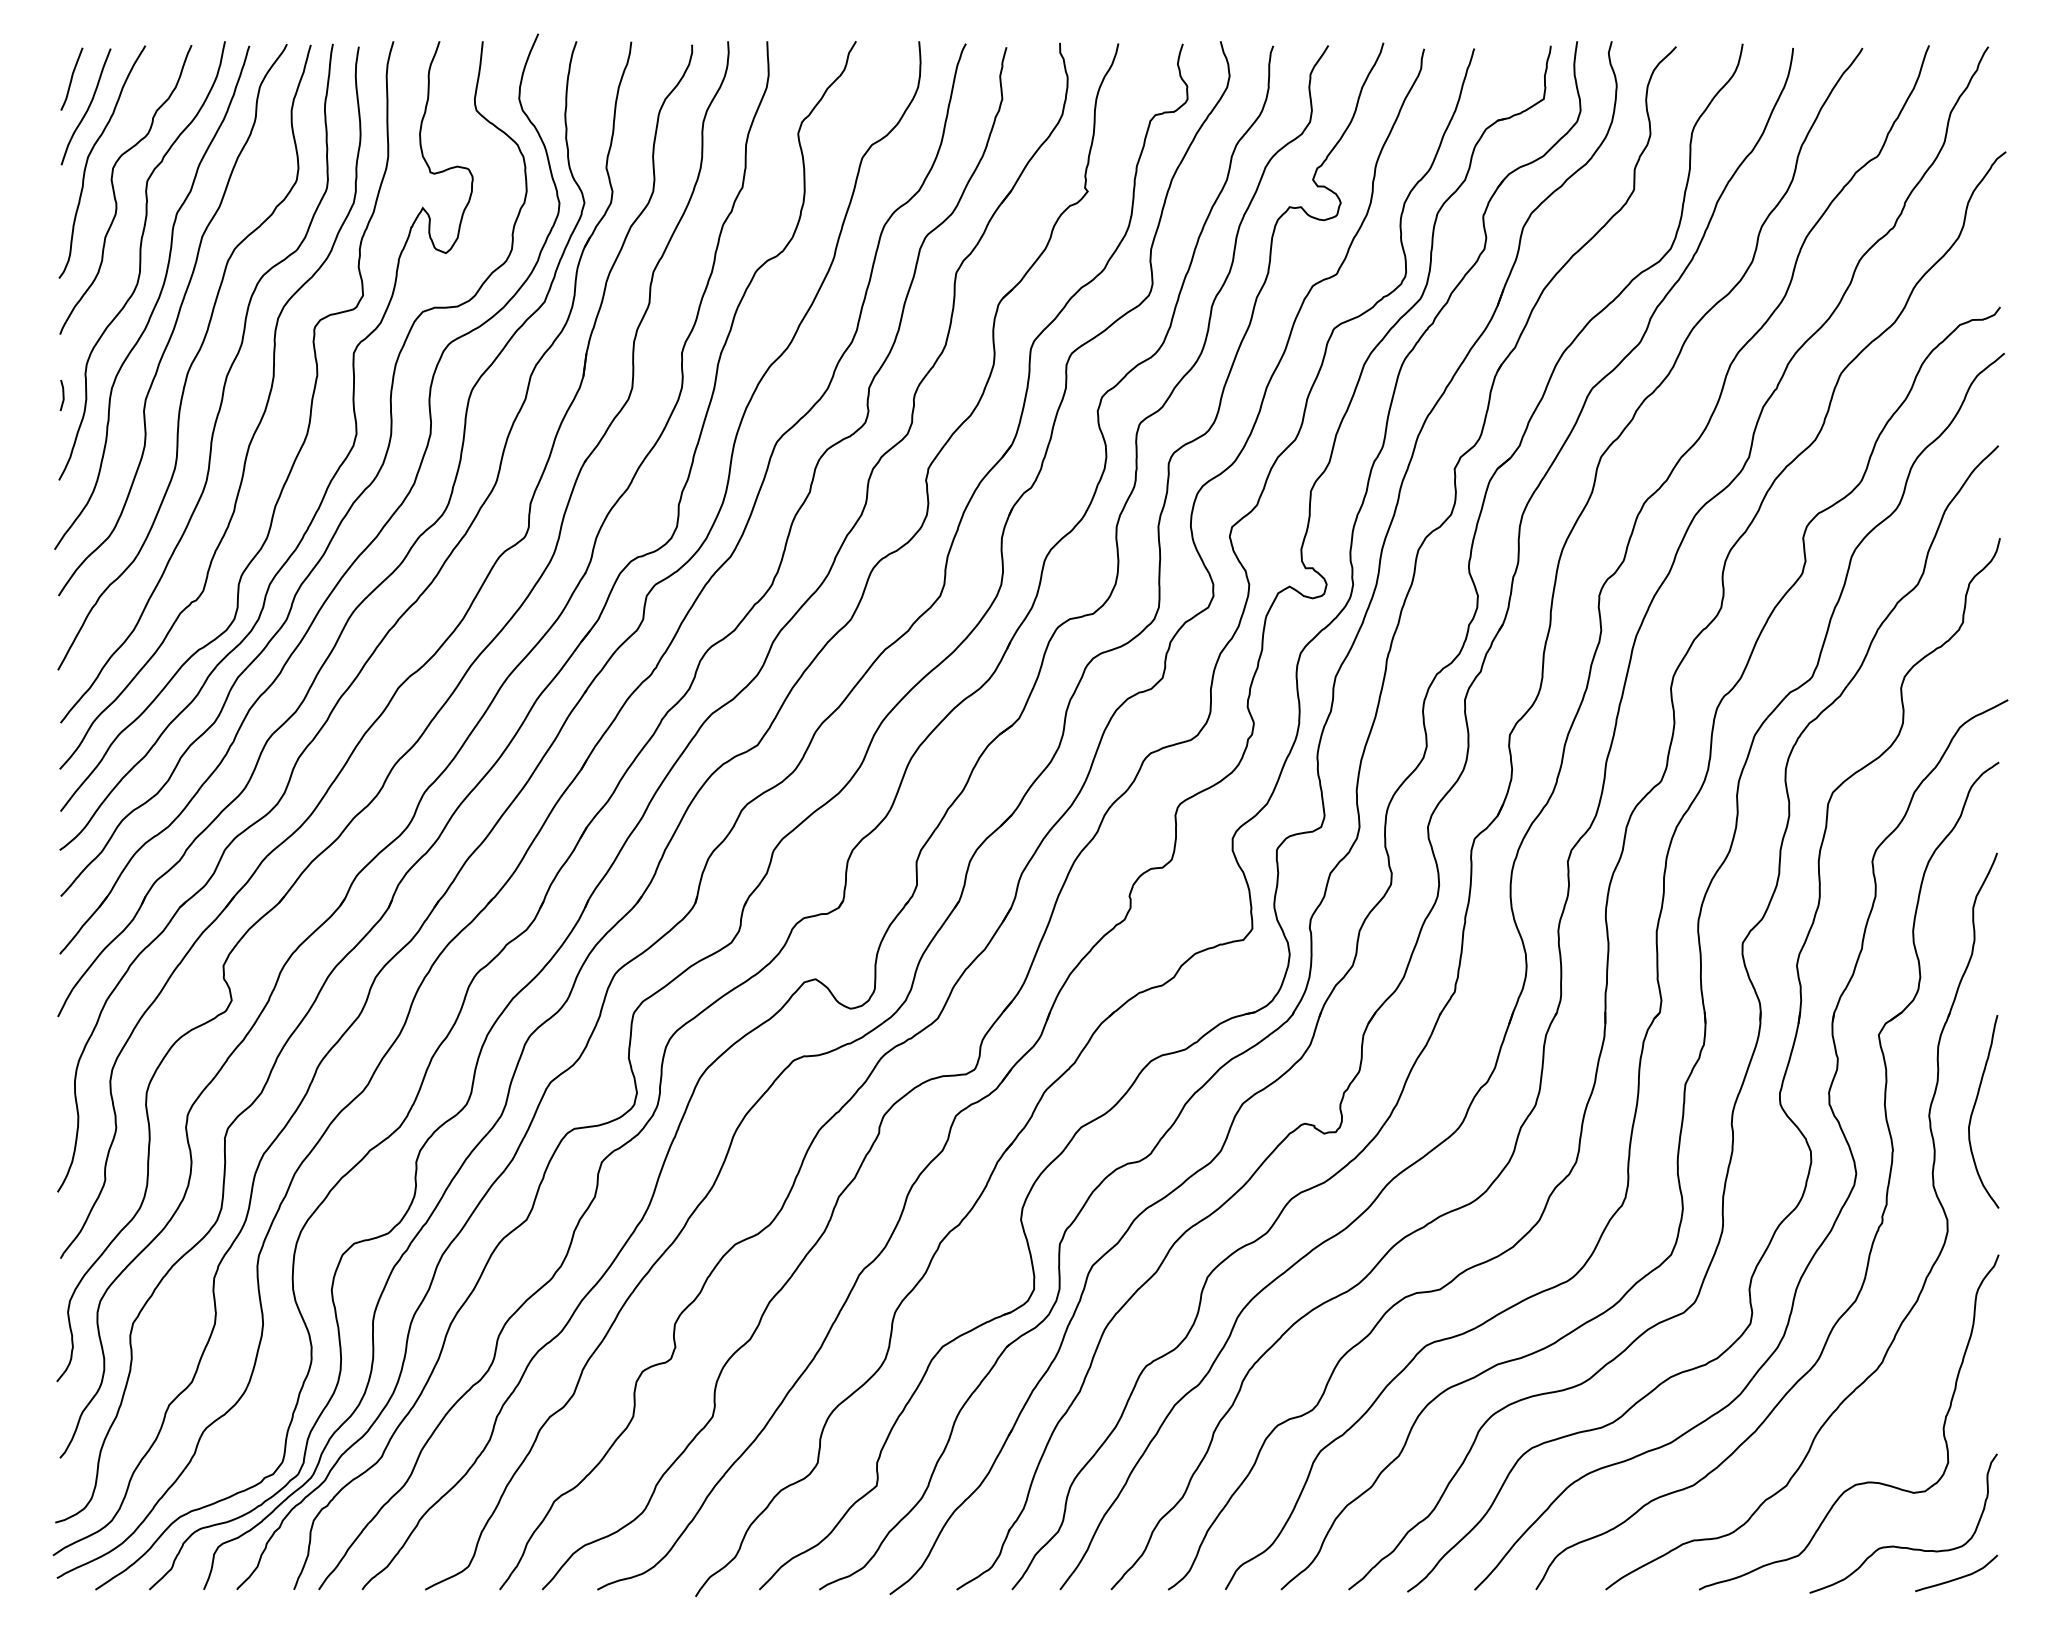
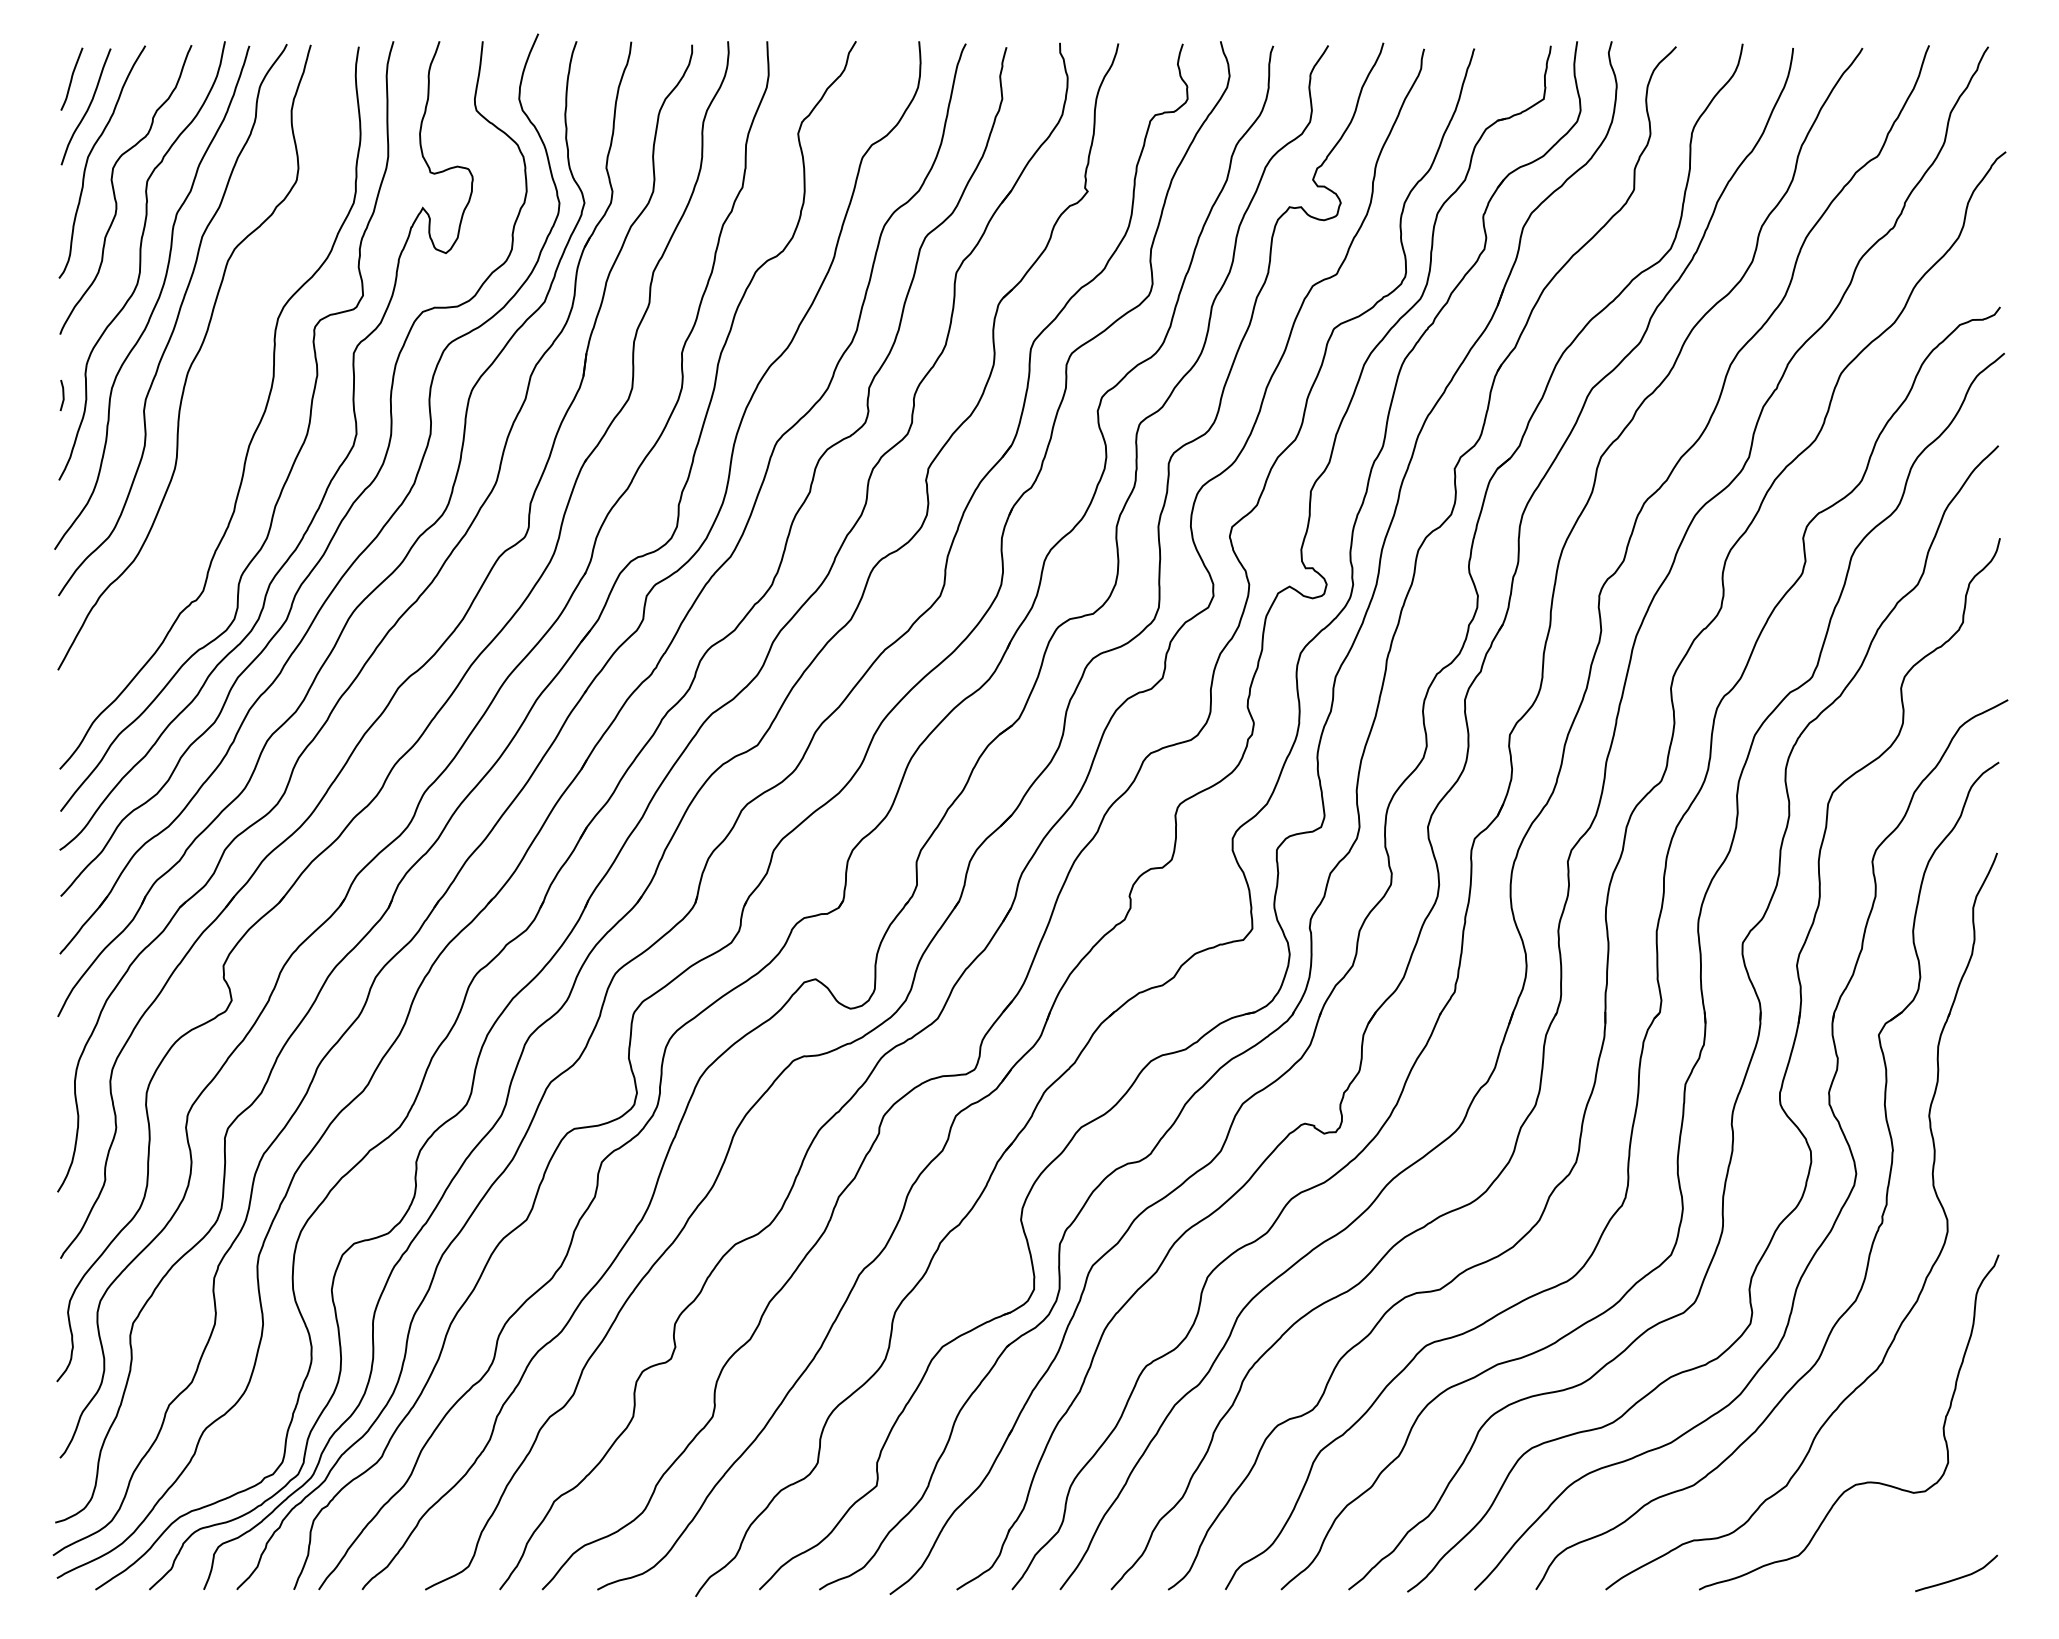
curve at (222, 389): present -> none
curve at (1974, 1109): present -> none
curve at (1901, 1546): present -> none
